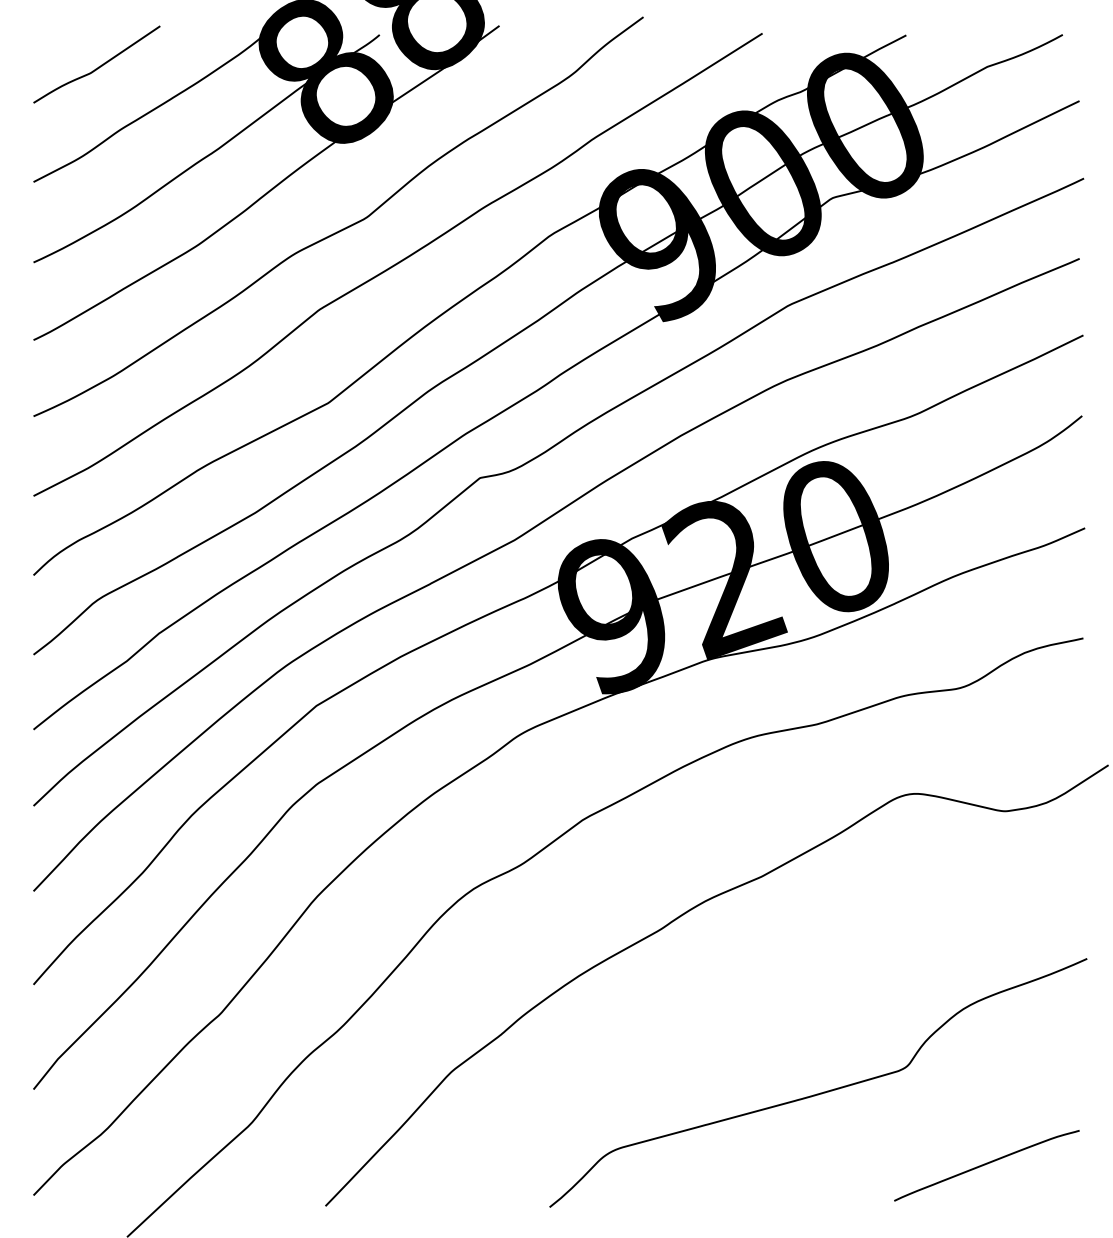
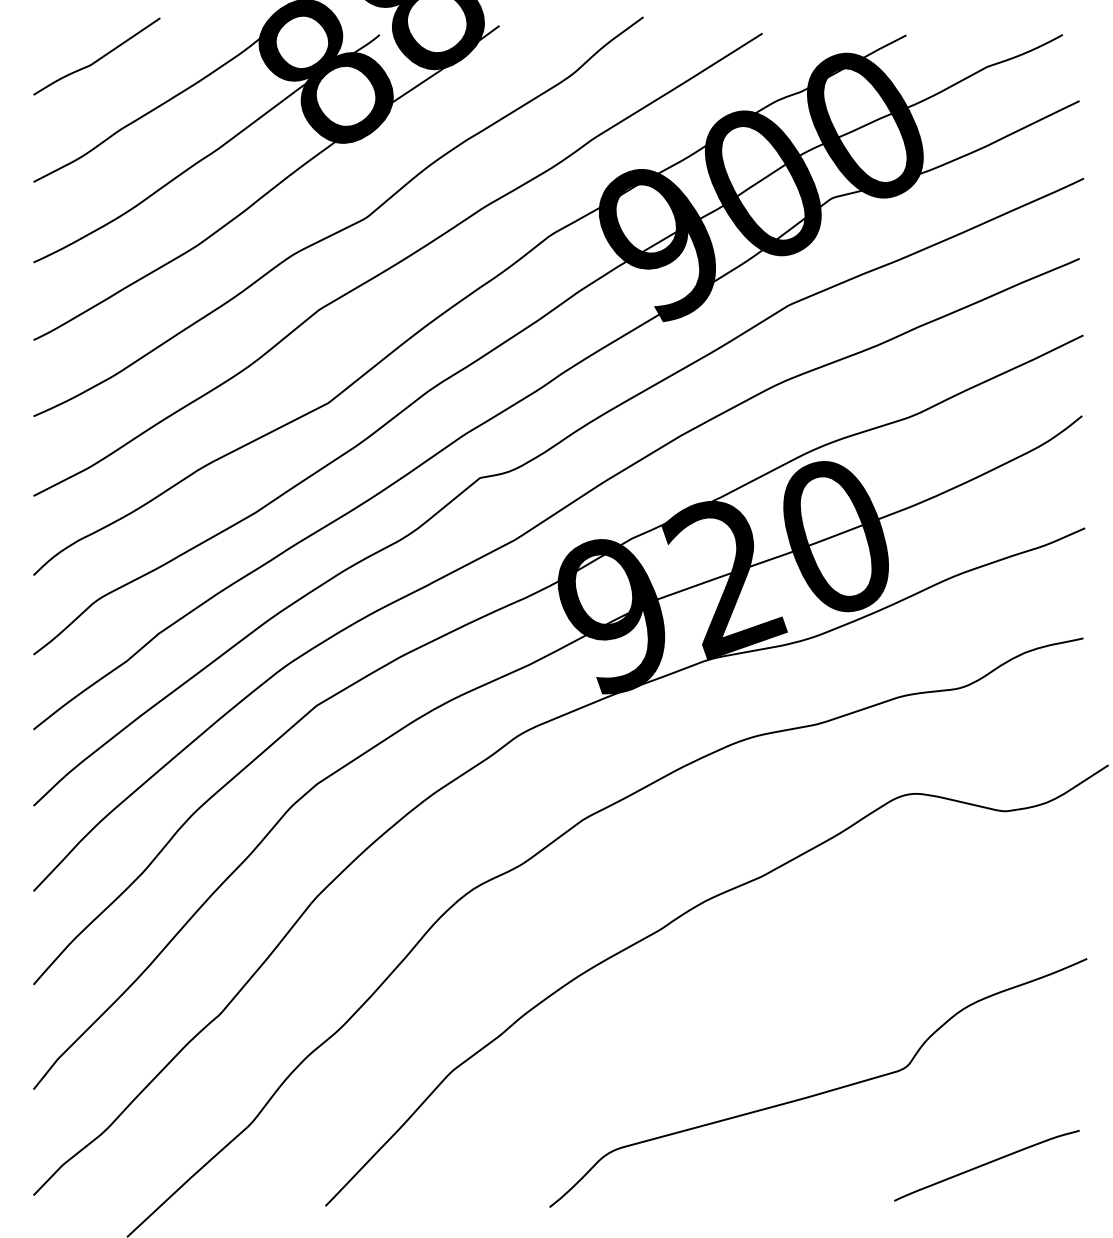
curve at (98, 66) position: (98, 66) -> (98, 58)
